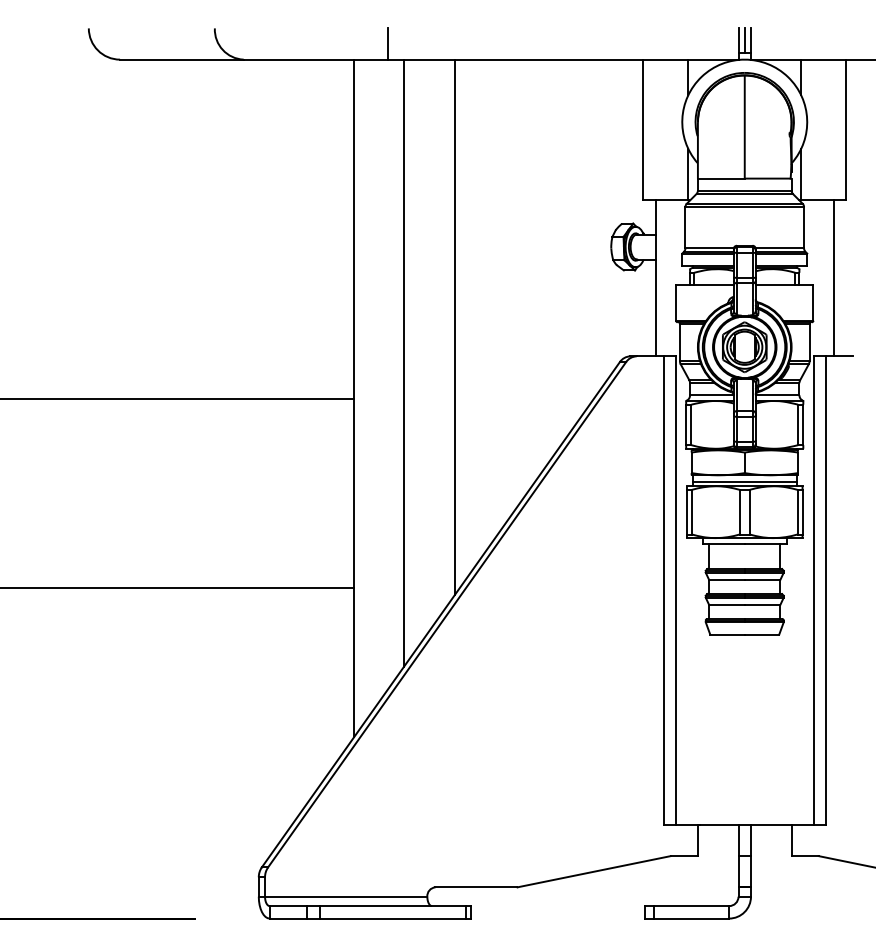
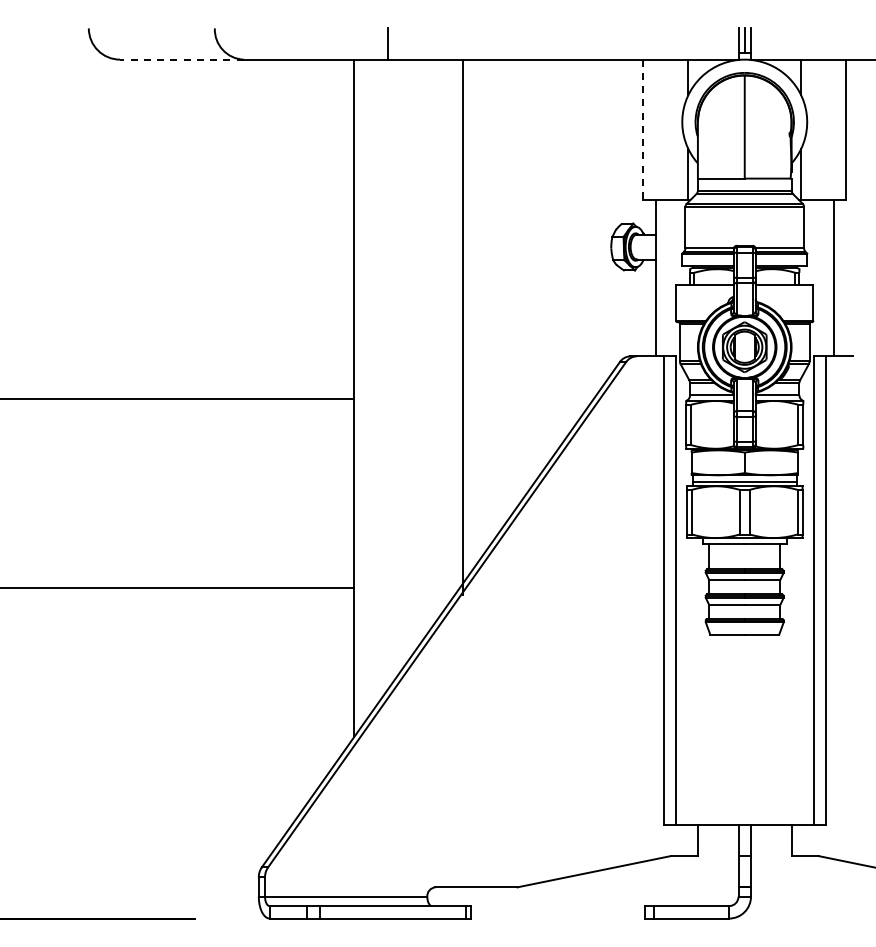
line at (181, 59): solid -> dashed
line at (643, 130): solid -> dashed
line at (454, 327) position: (454, 327) -> (462, 327)
line at (404, 362): present -> none
